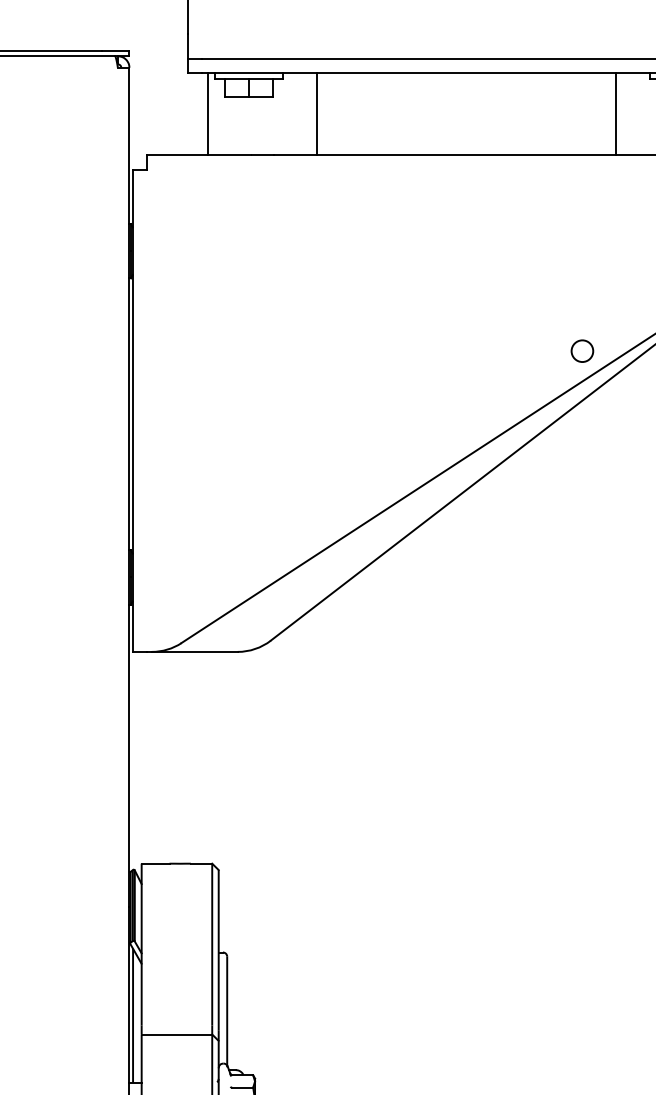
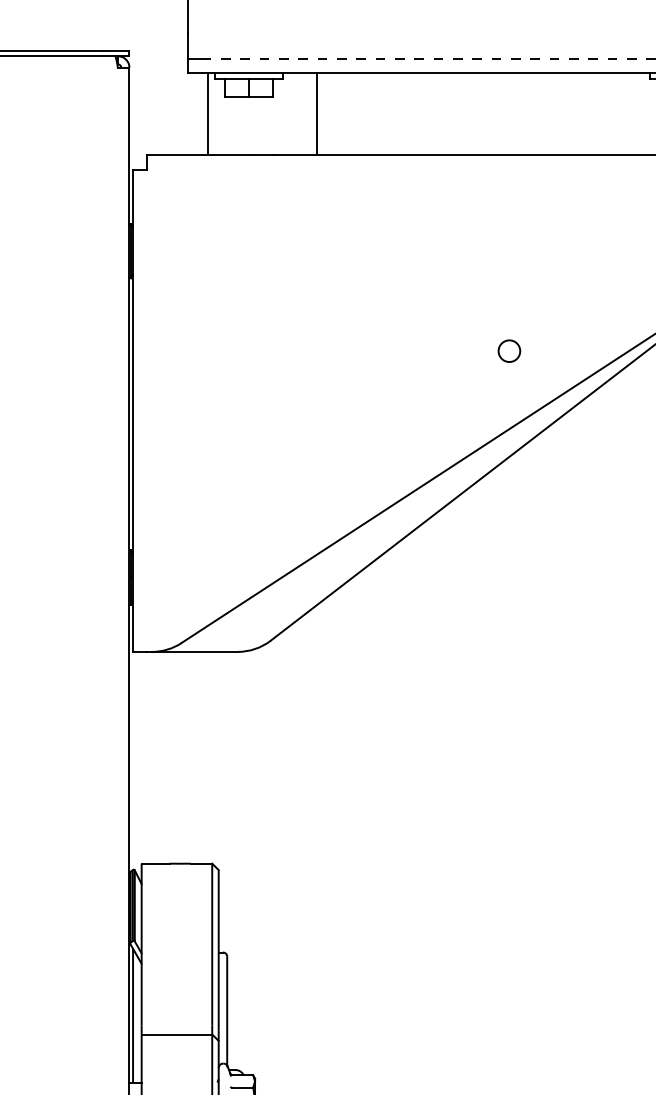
line at (429, 58): solid -> dashed
line at (616, 113): present -> none
circle at (582, 350) position: (582, 350) -> (509, 350)
